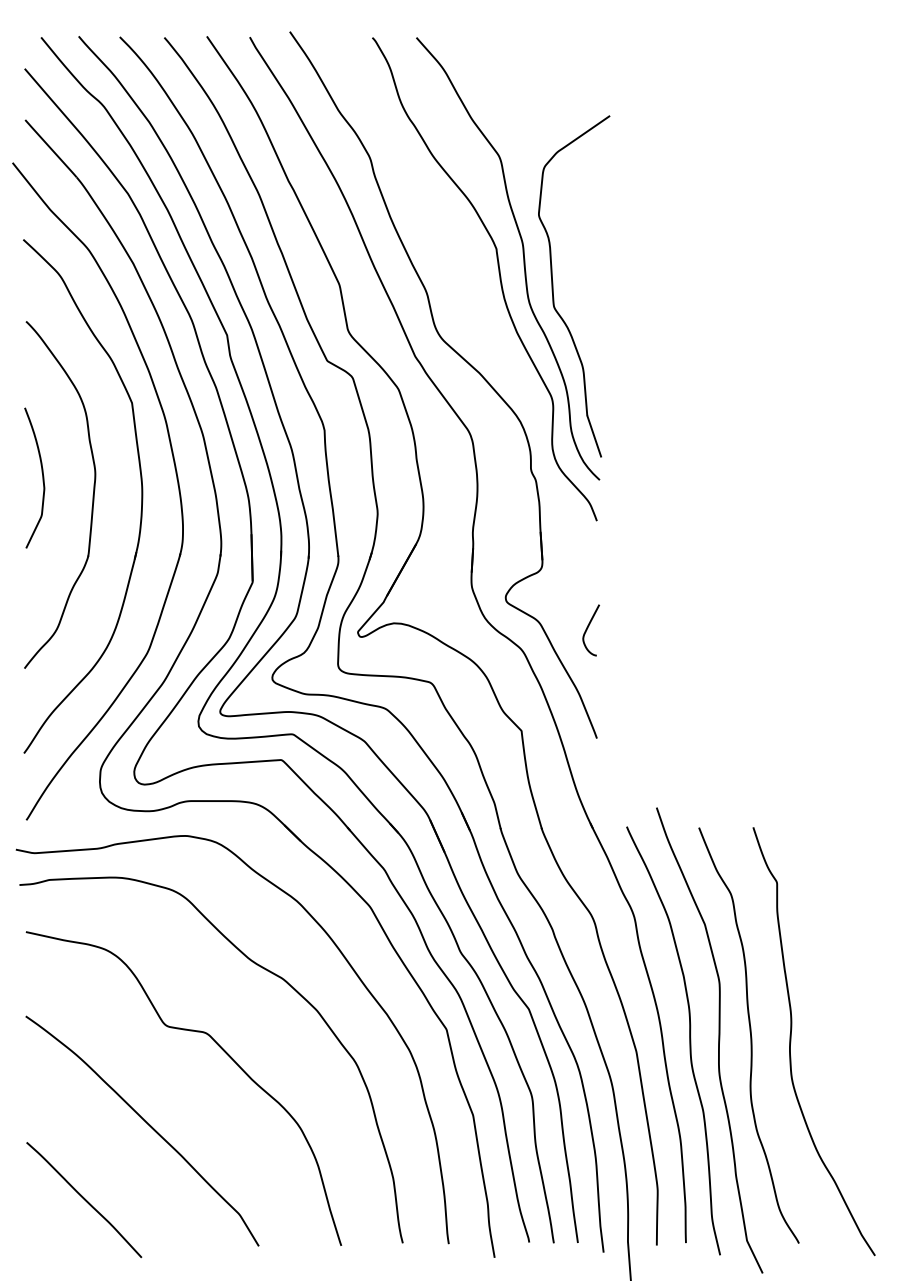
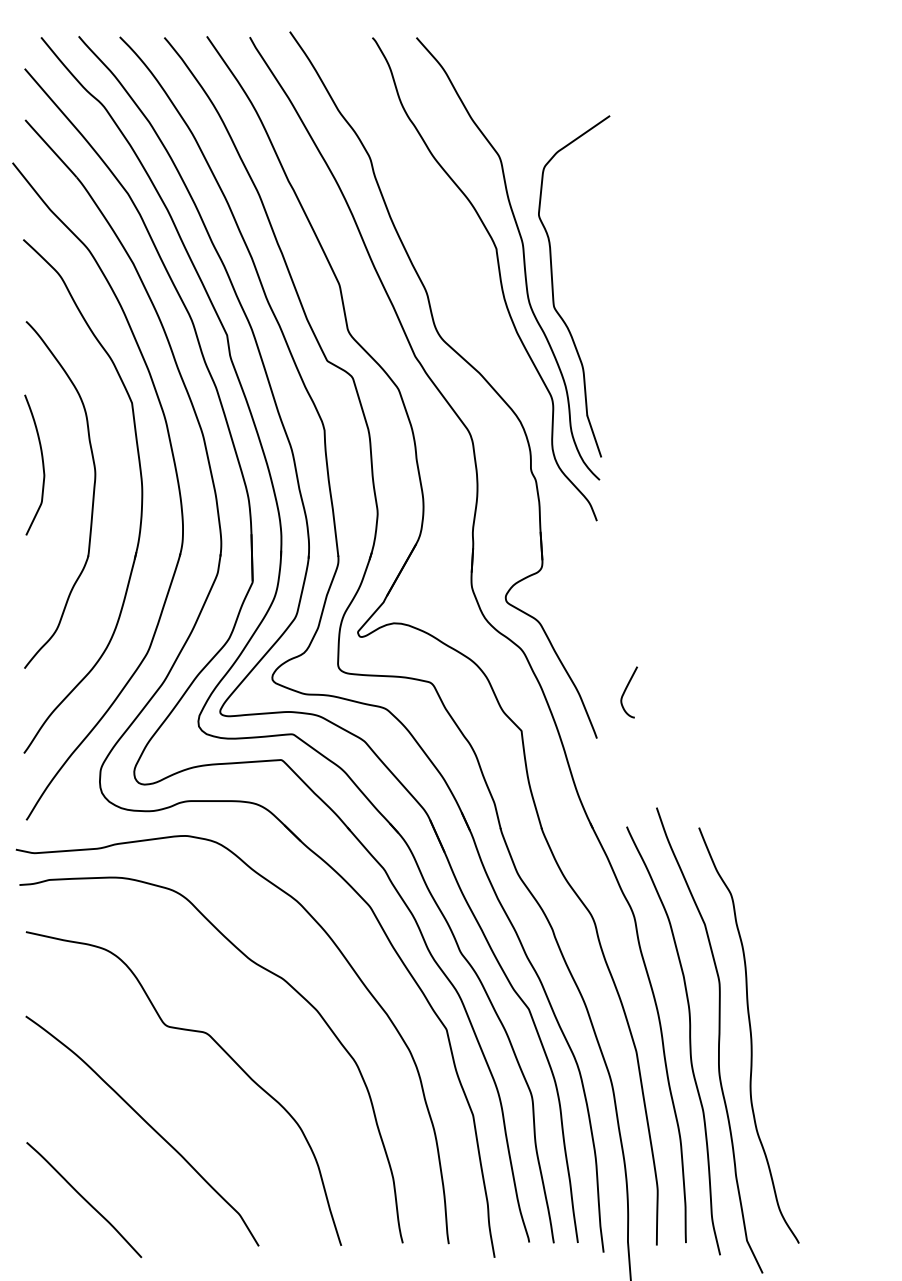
curve at (42, 477) position: (42, 477) -> (42, 464)
curve at (588, 628) position: (588, 628) -> (626, 690)
curve at (791, 1041): present -> none
